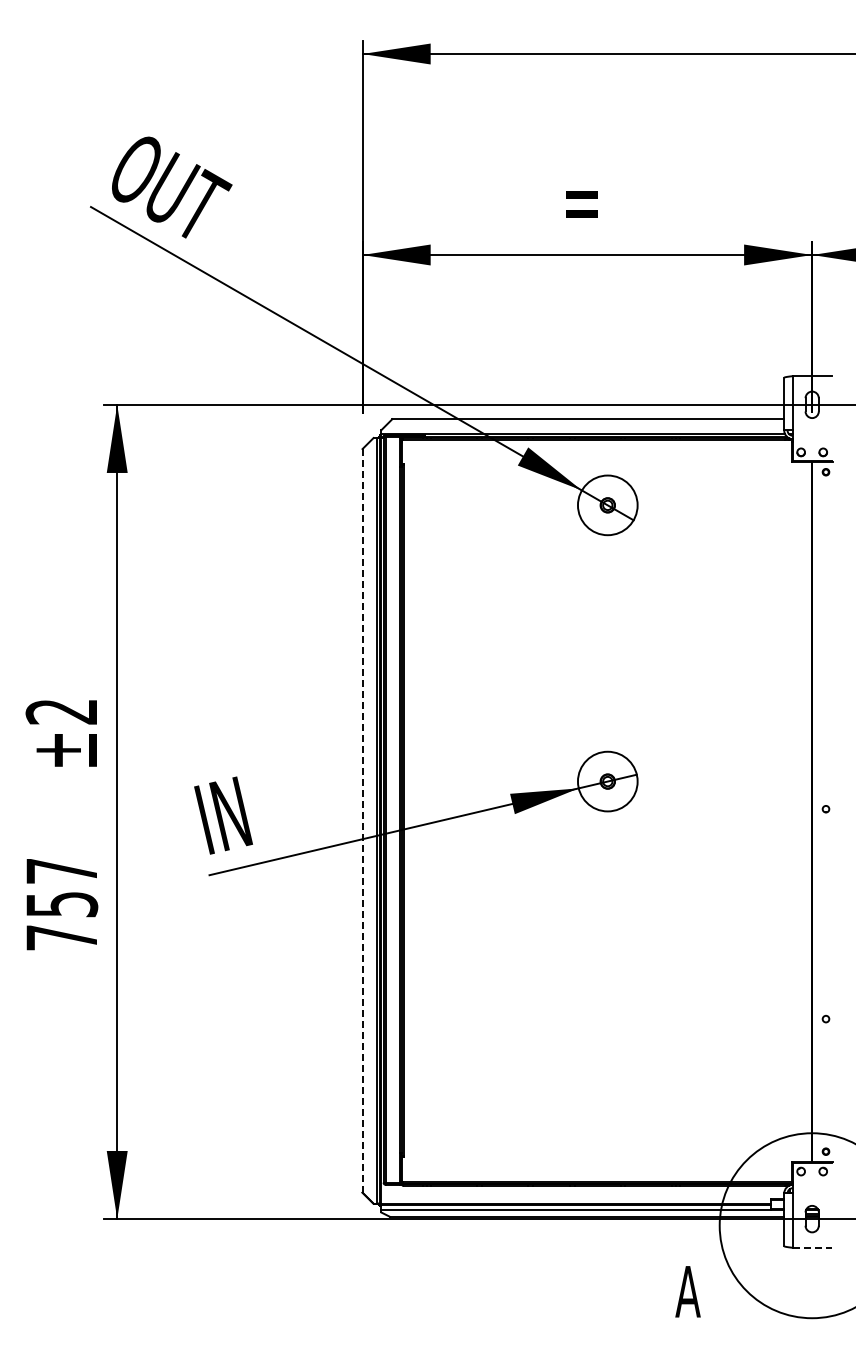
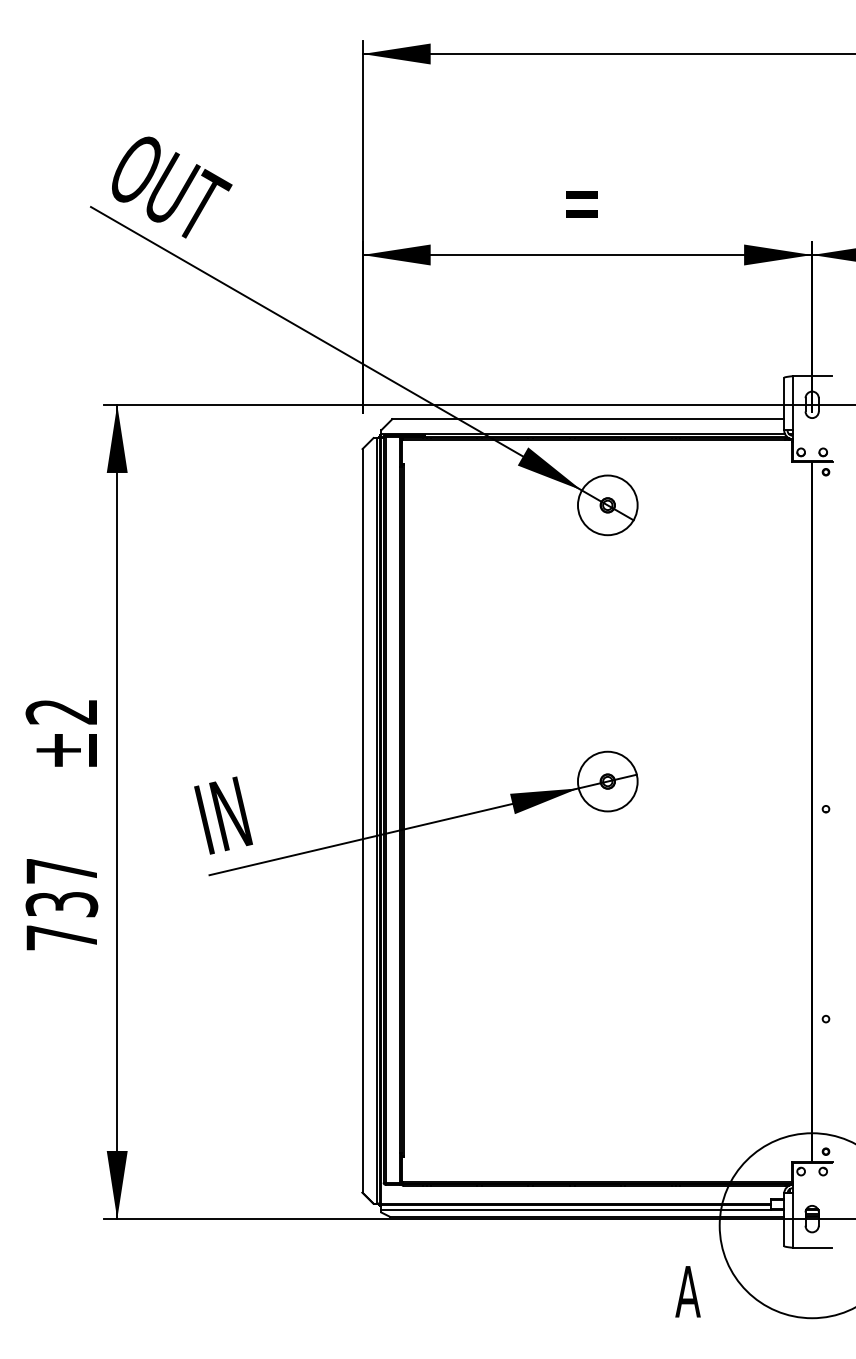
line at (362, 820): dashed -> solid
text at (61, 904): 757 -> 737
line at (812, 1247): dashed -> solid
